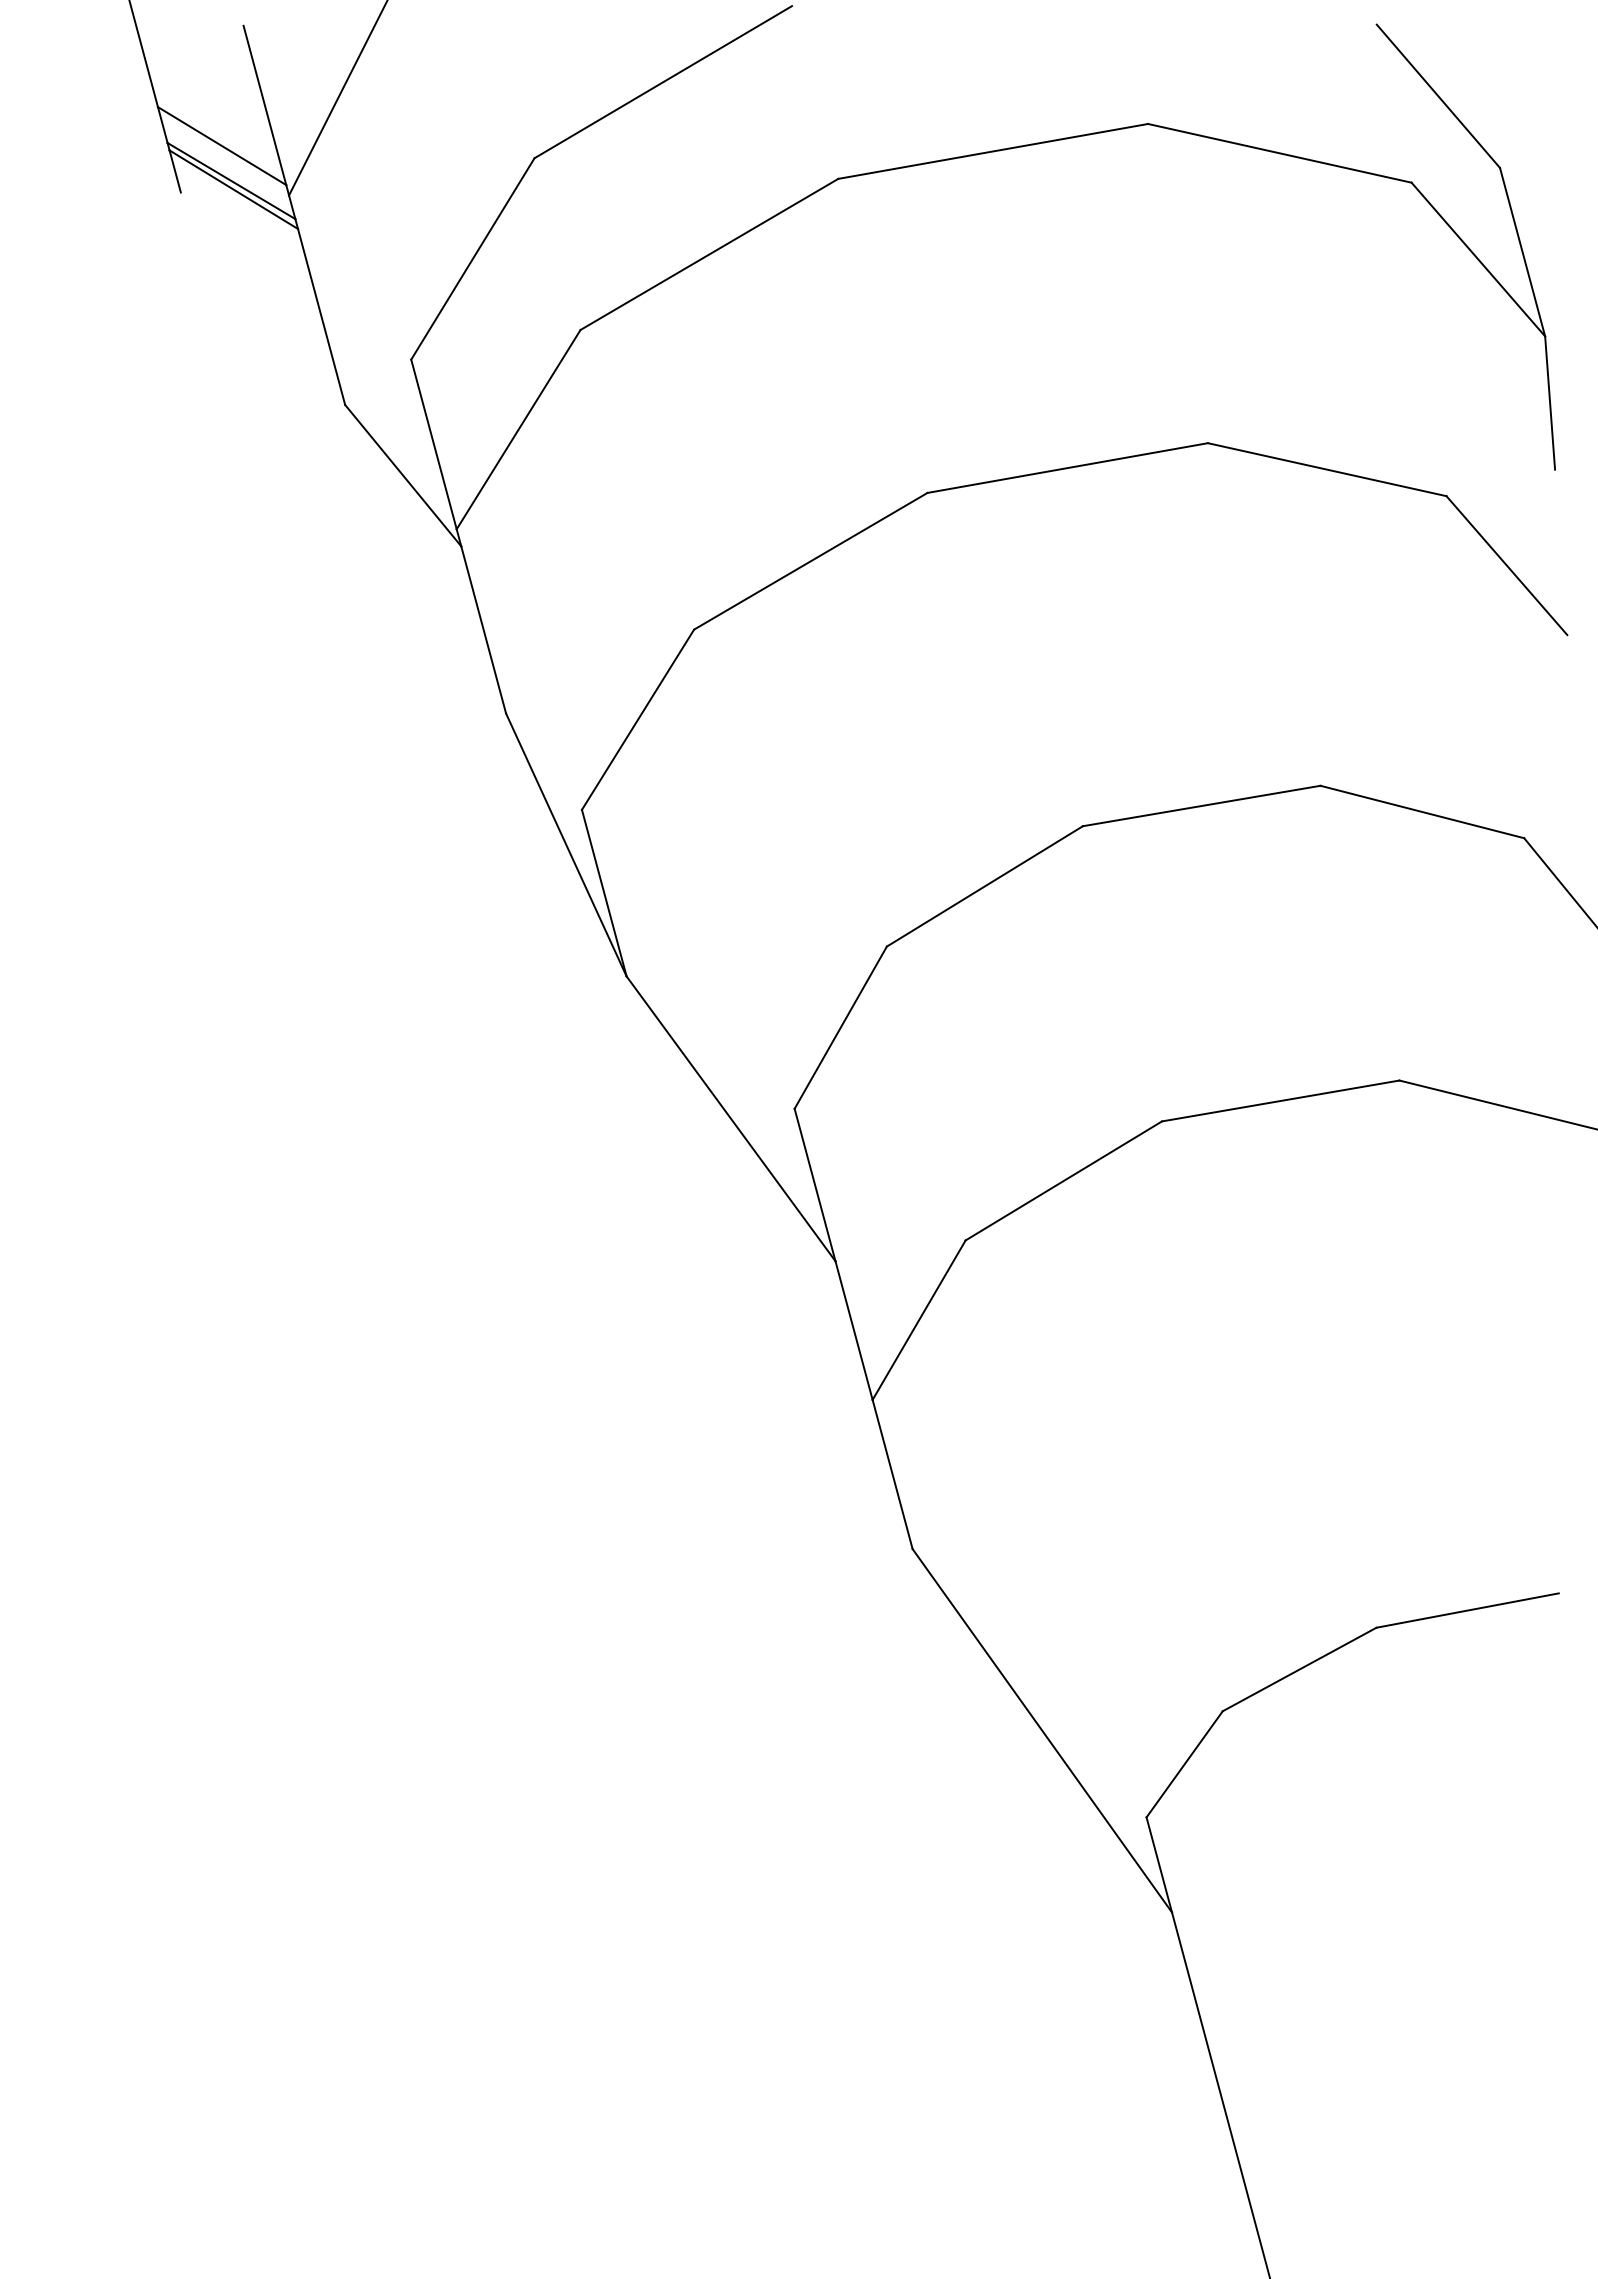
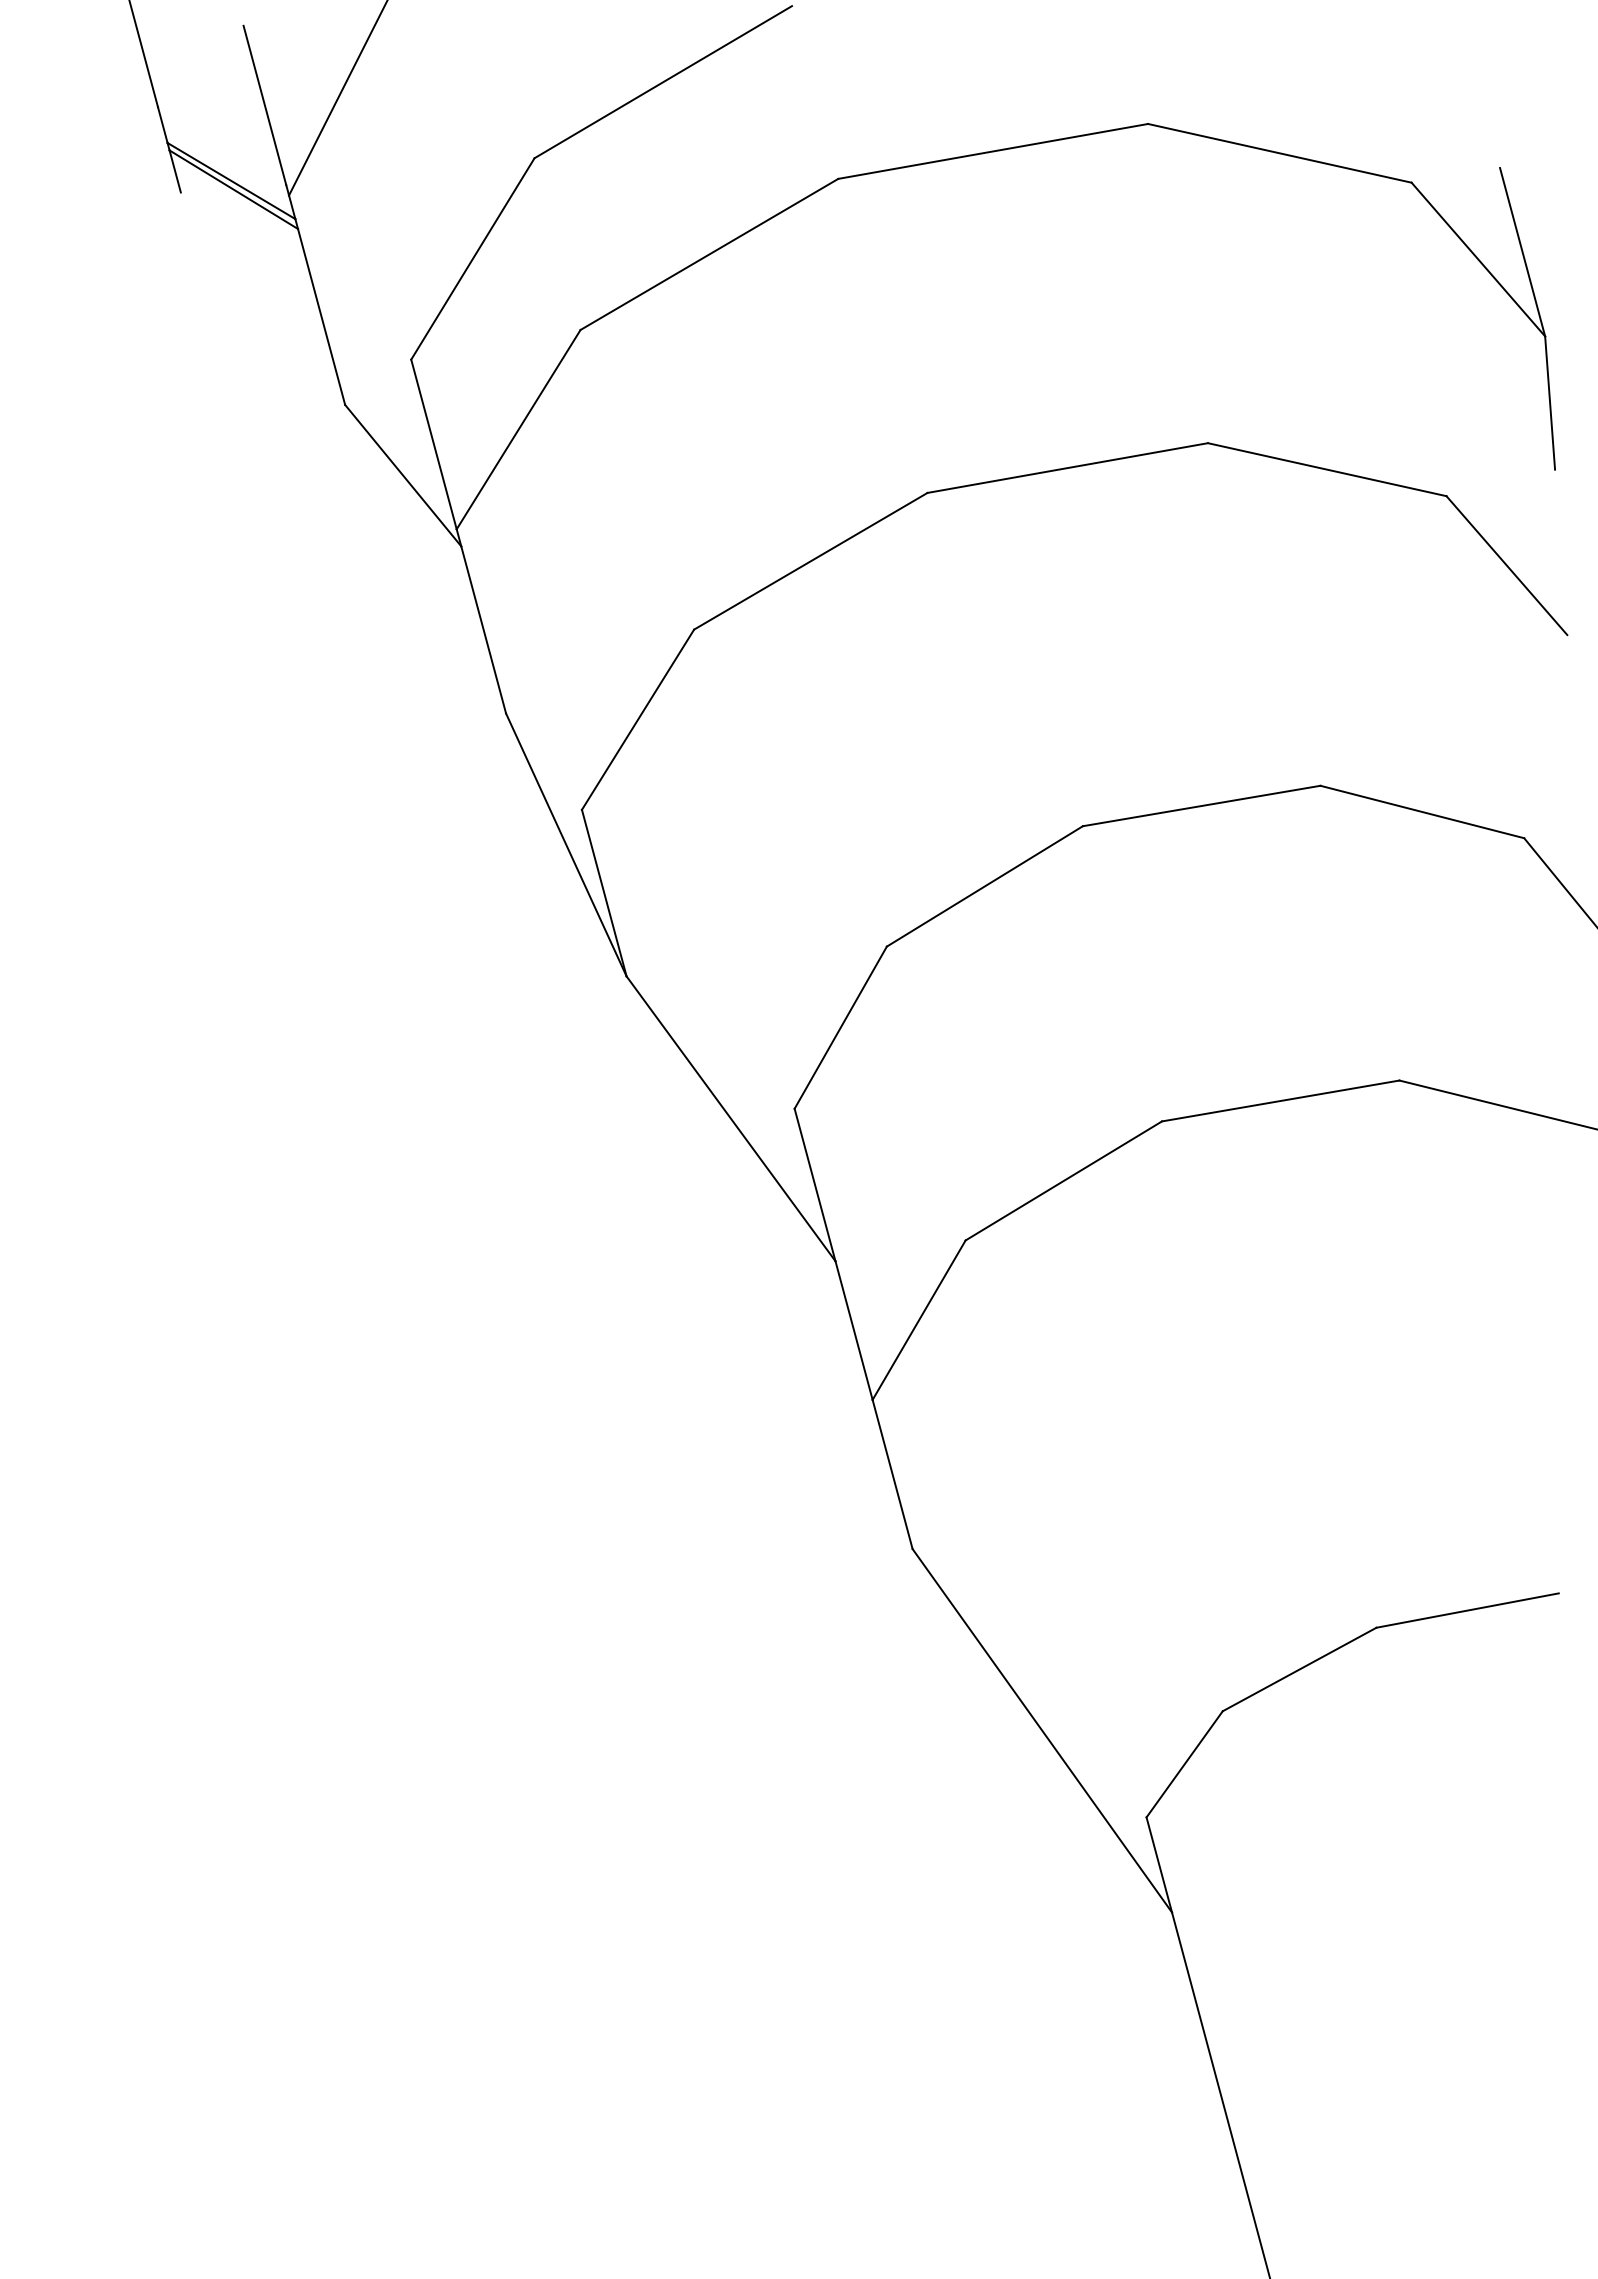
line at (1438, 95): present -> none
line at (221, 146): present -> none
